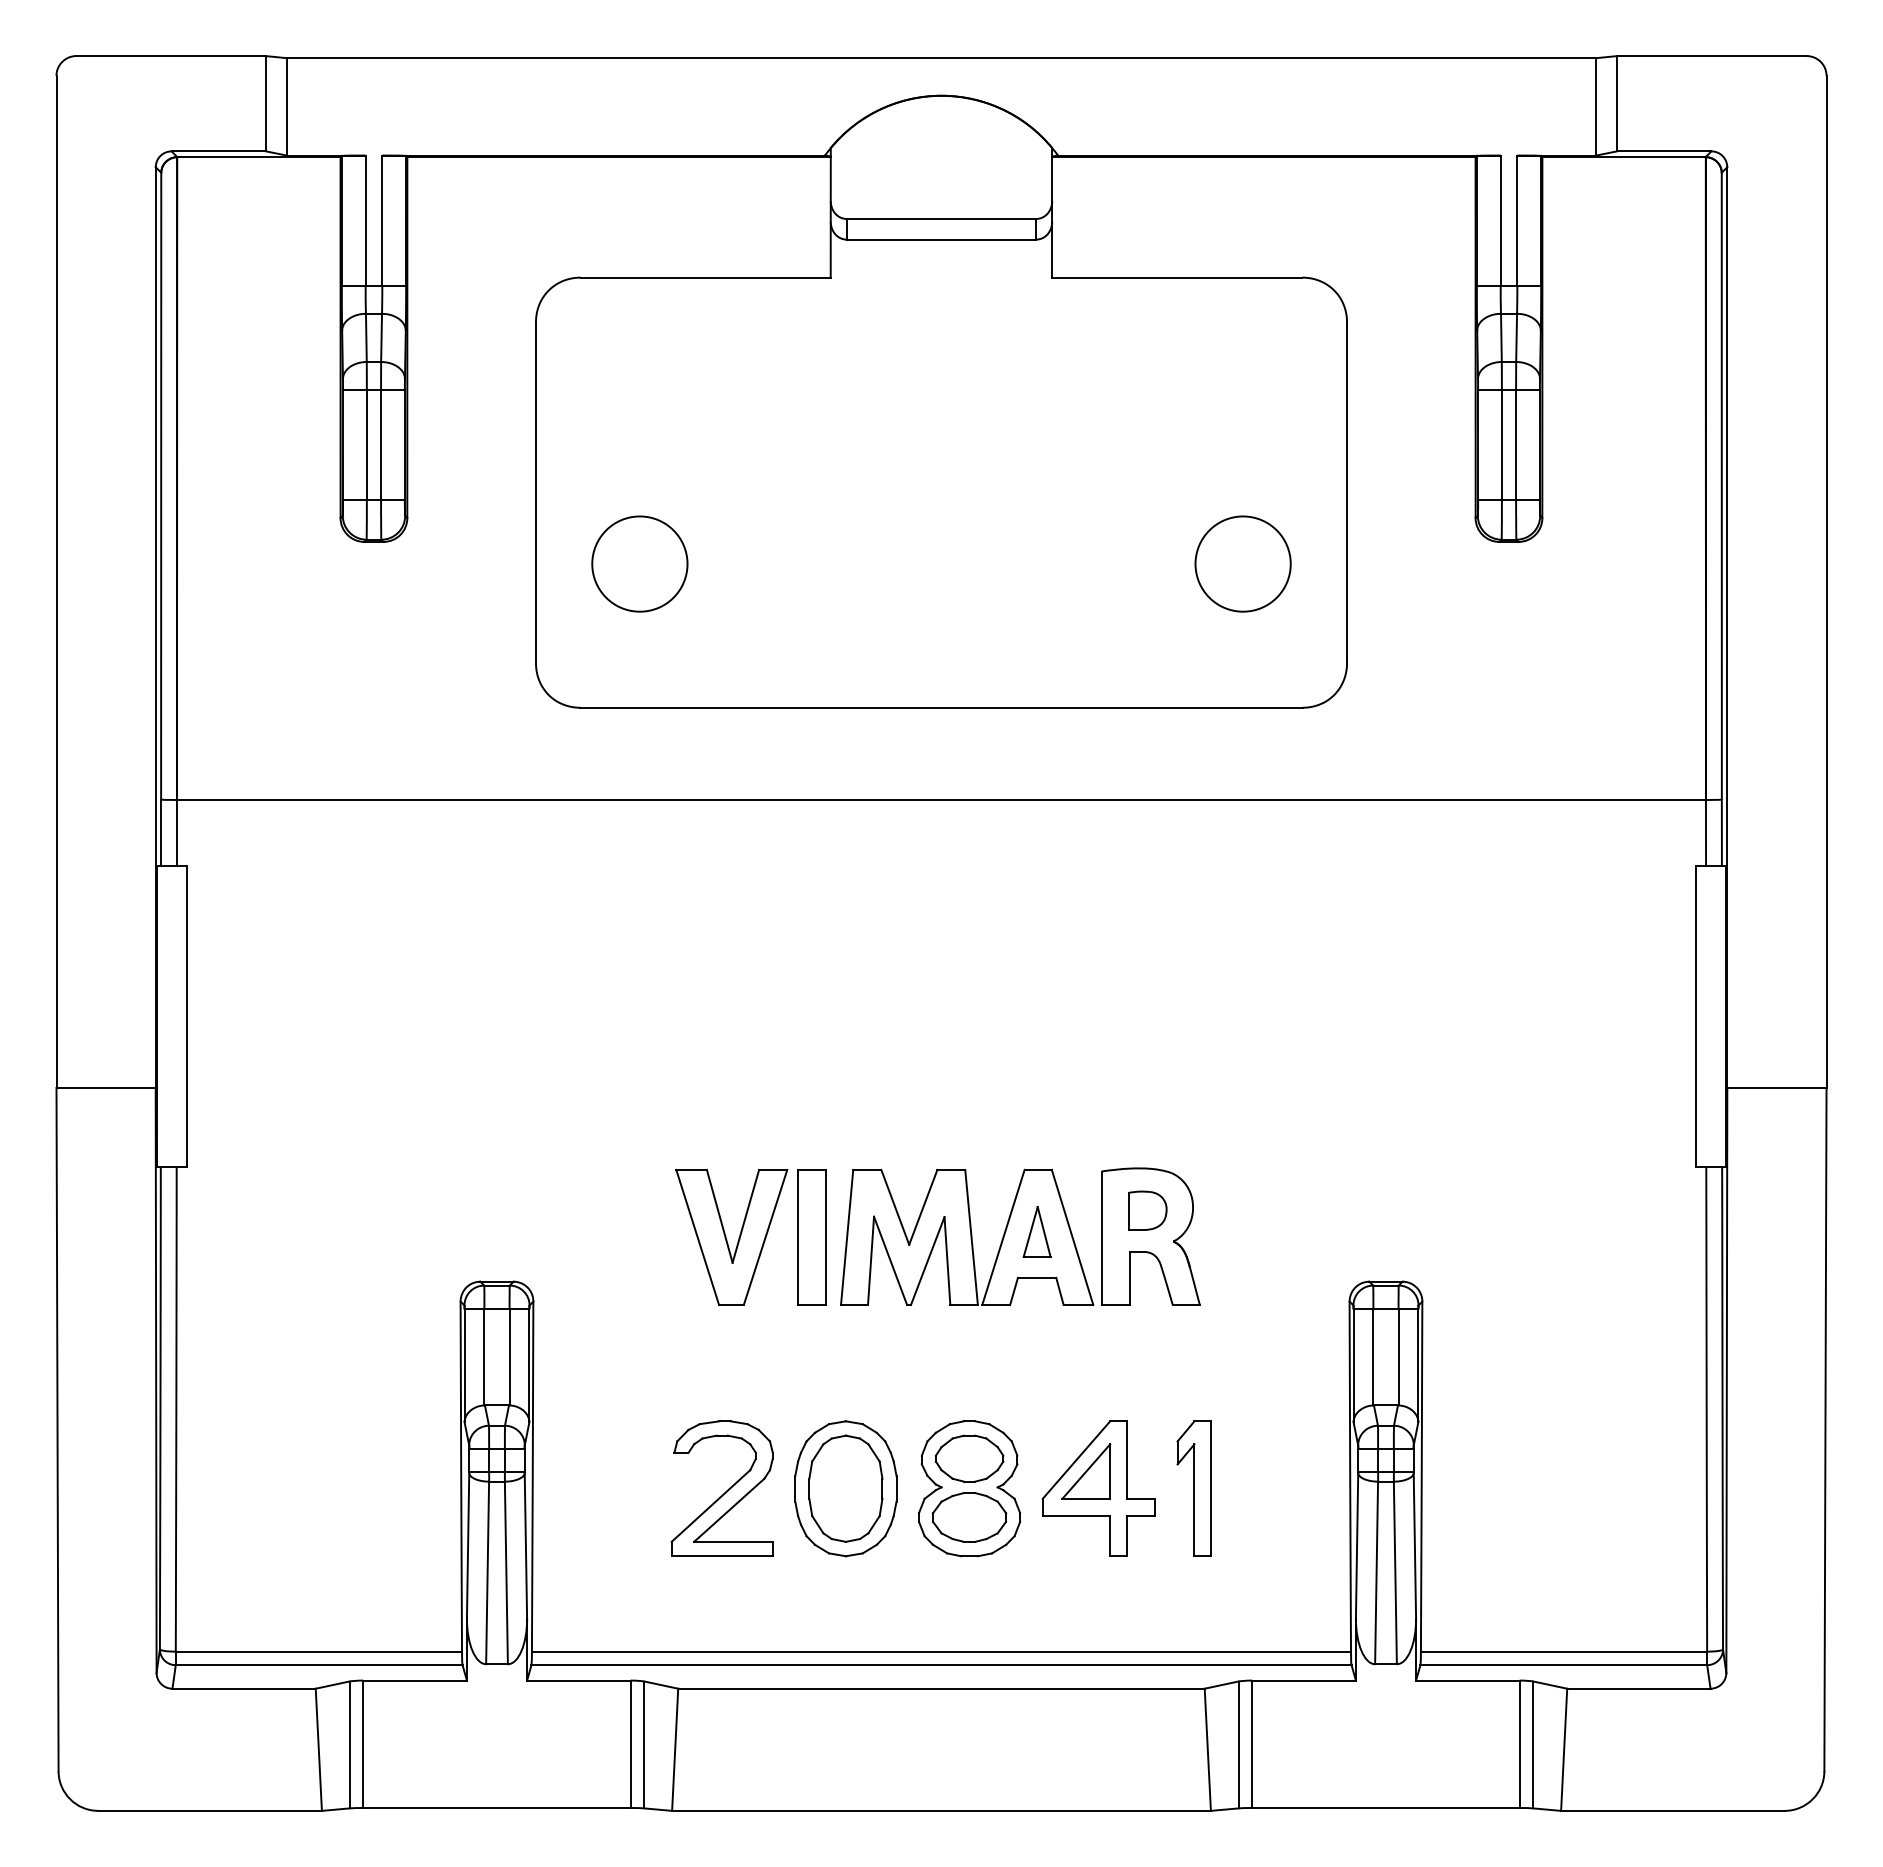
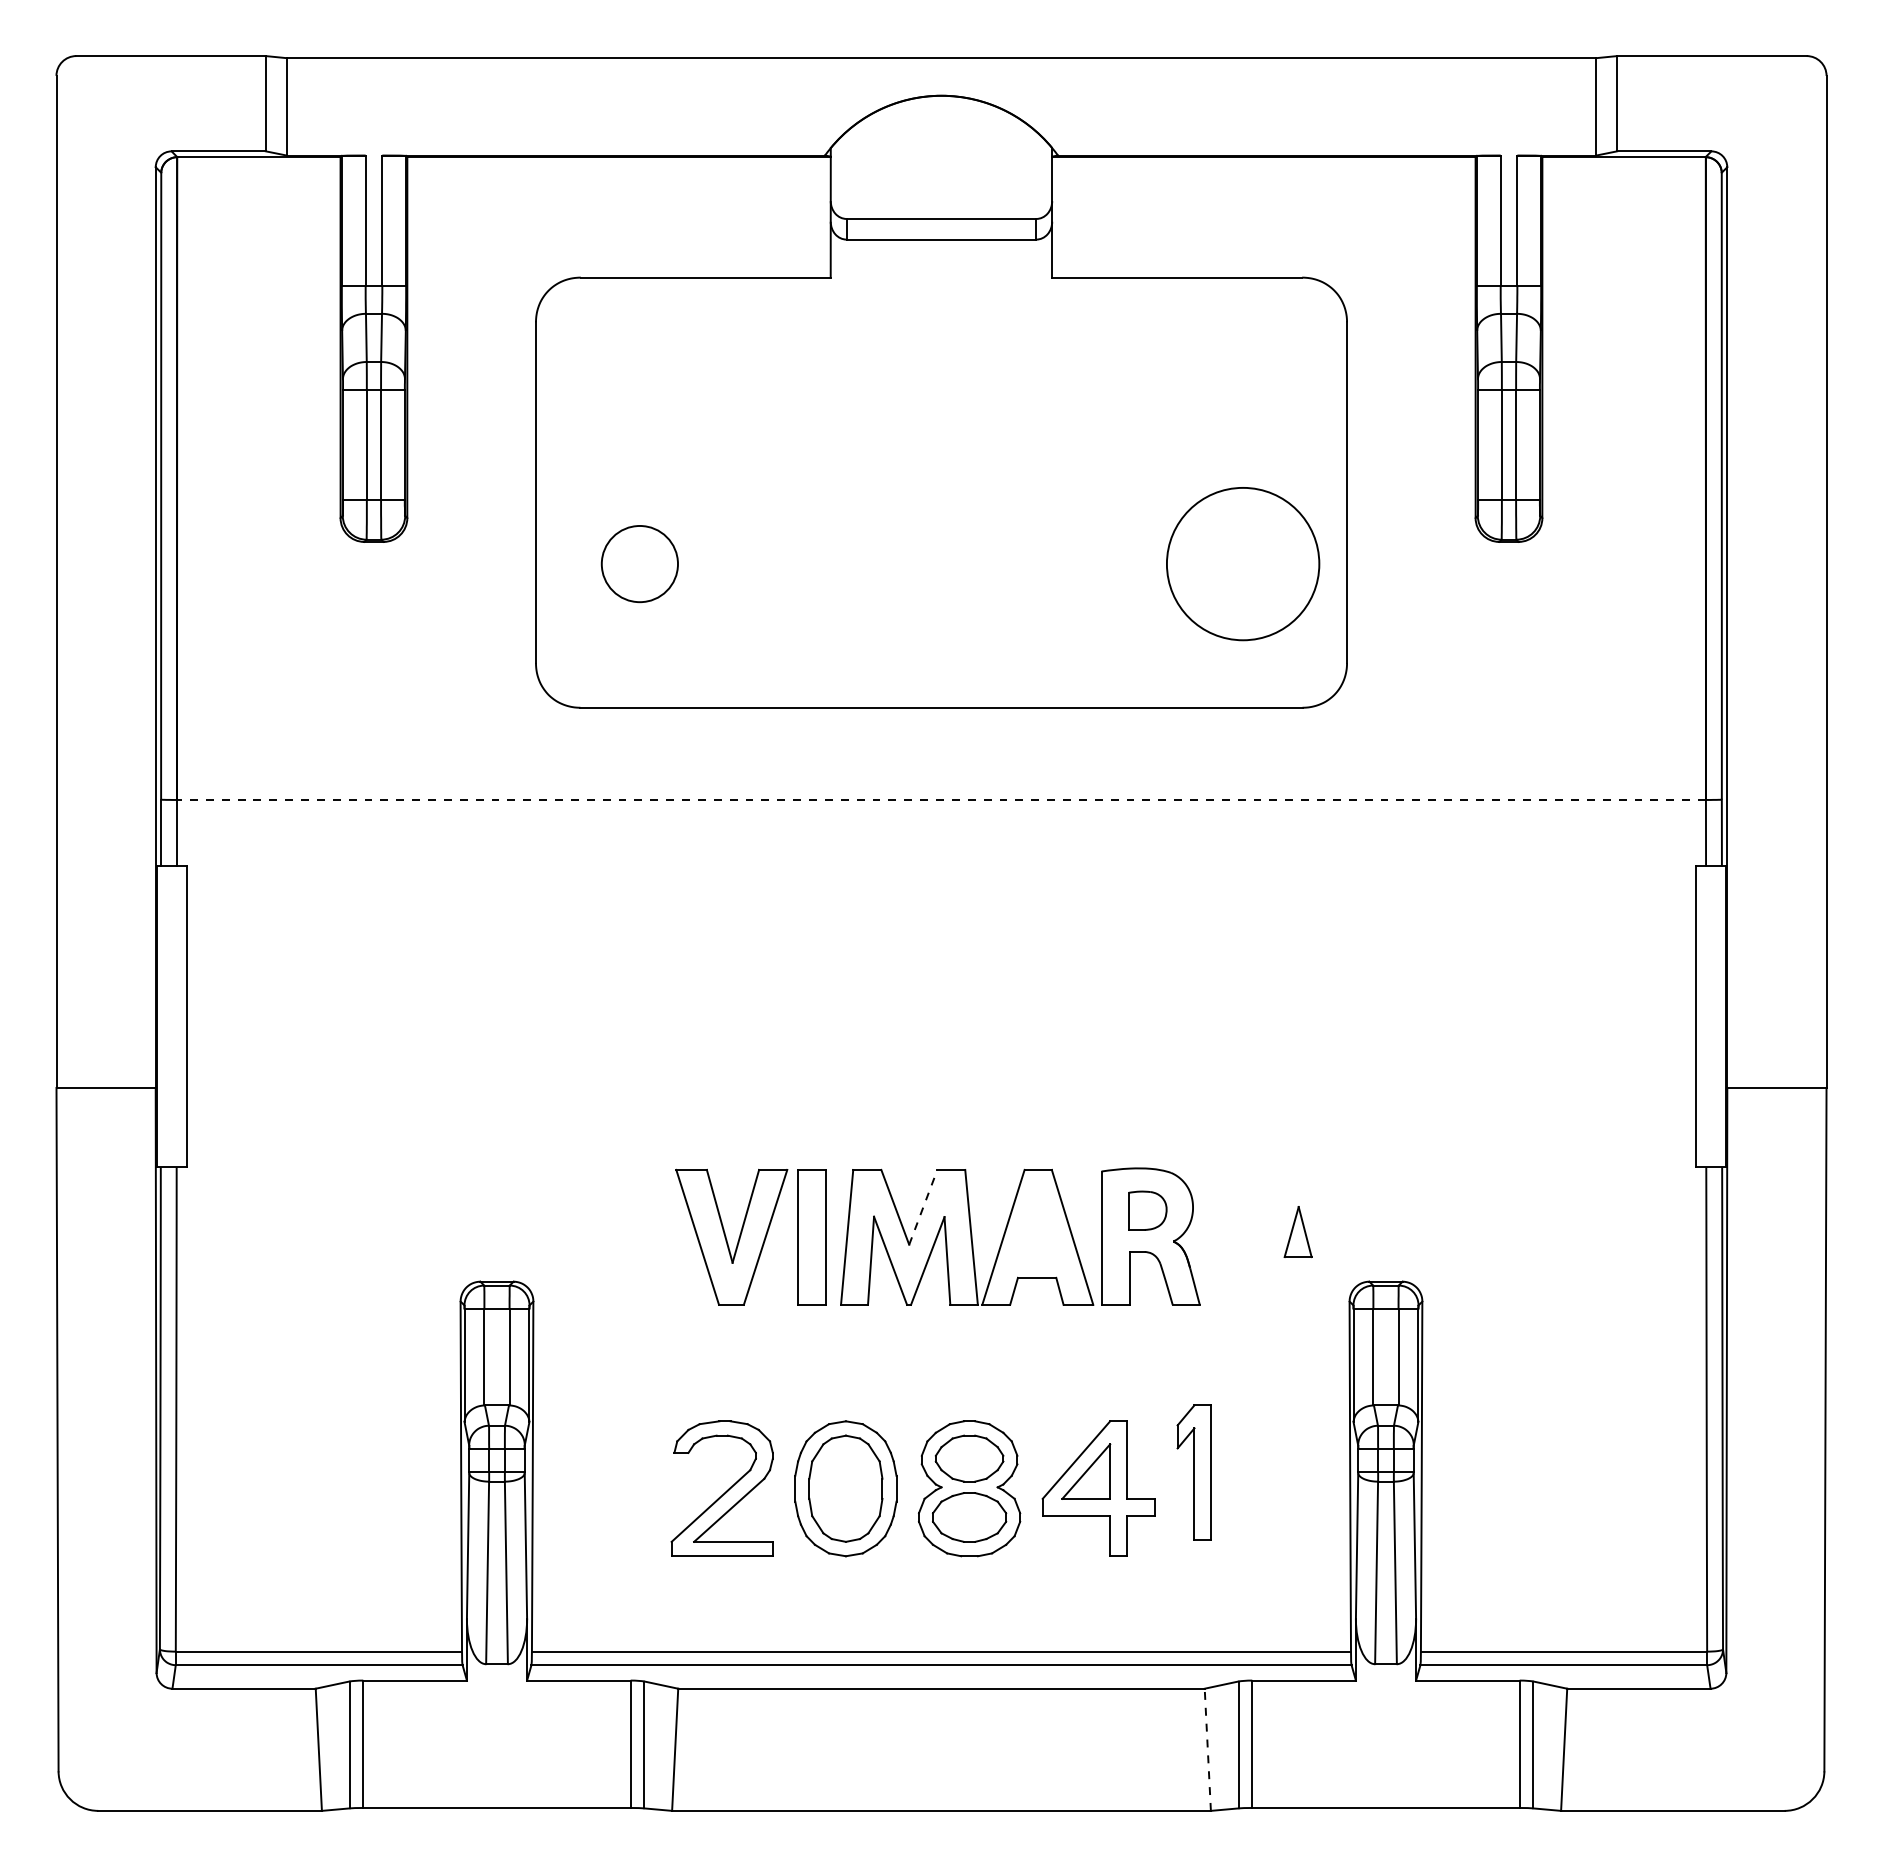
circle at (639, 563) diameter: 95 px -> 76 px
circle at (1242, 563) diameter: 95 px -> 152 px
line at (940, 799): solid -> dashed
line at (923, 1207): solid -> dashed
part at (1036, 1232) position: (1036, 1232) -> (1297, 1232)
part at (1193, 1488) position: (1193, 1488) -> (1193, 1472)
line at (1207, 1749): solid -> dashed
